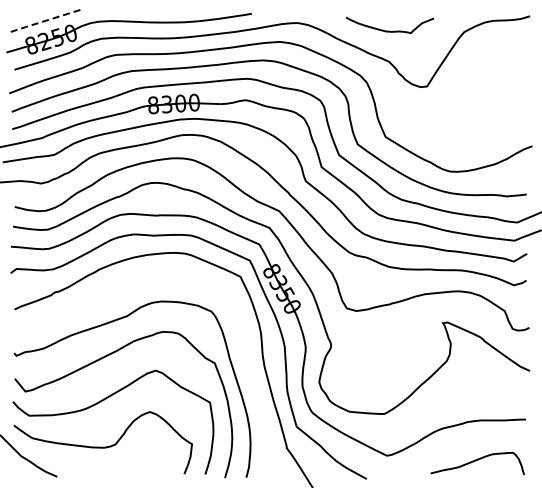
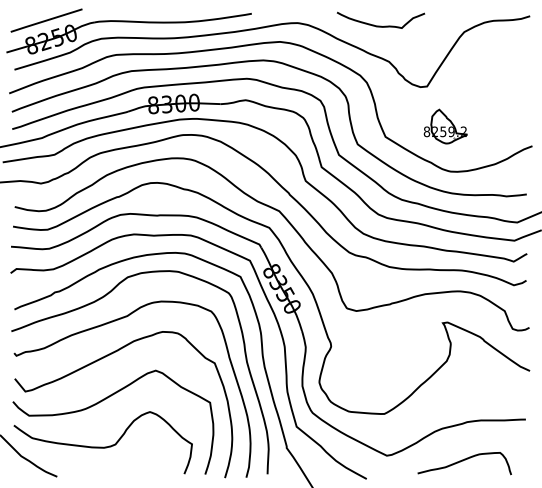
line at (46, 20): dashed -> solid
curve at (389, 30) position: (389, 30) -> (380, 25)
part at (445, 126): none -> present
curve at (99, 300): none -> present
curve at (476, 461) position: (476, 461) -> (463, 461)
